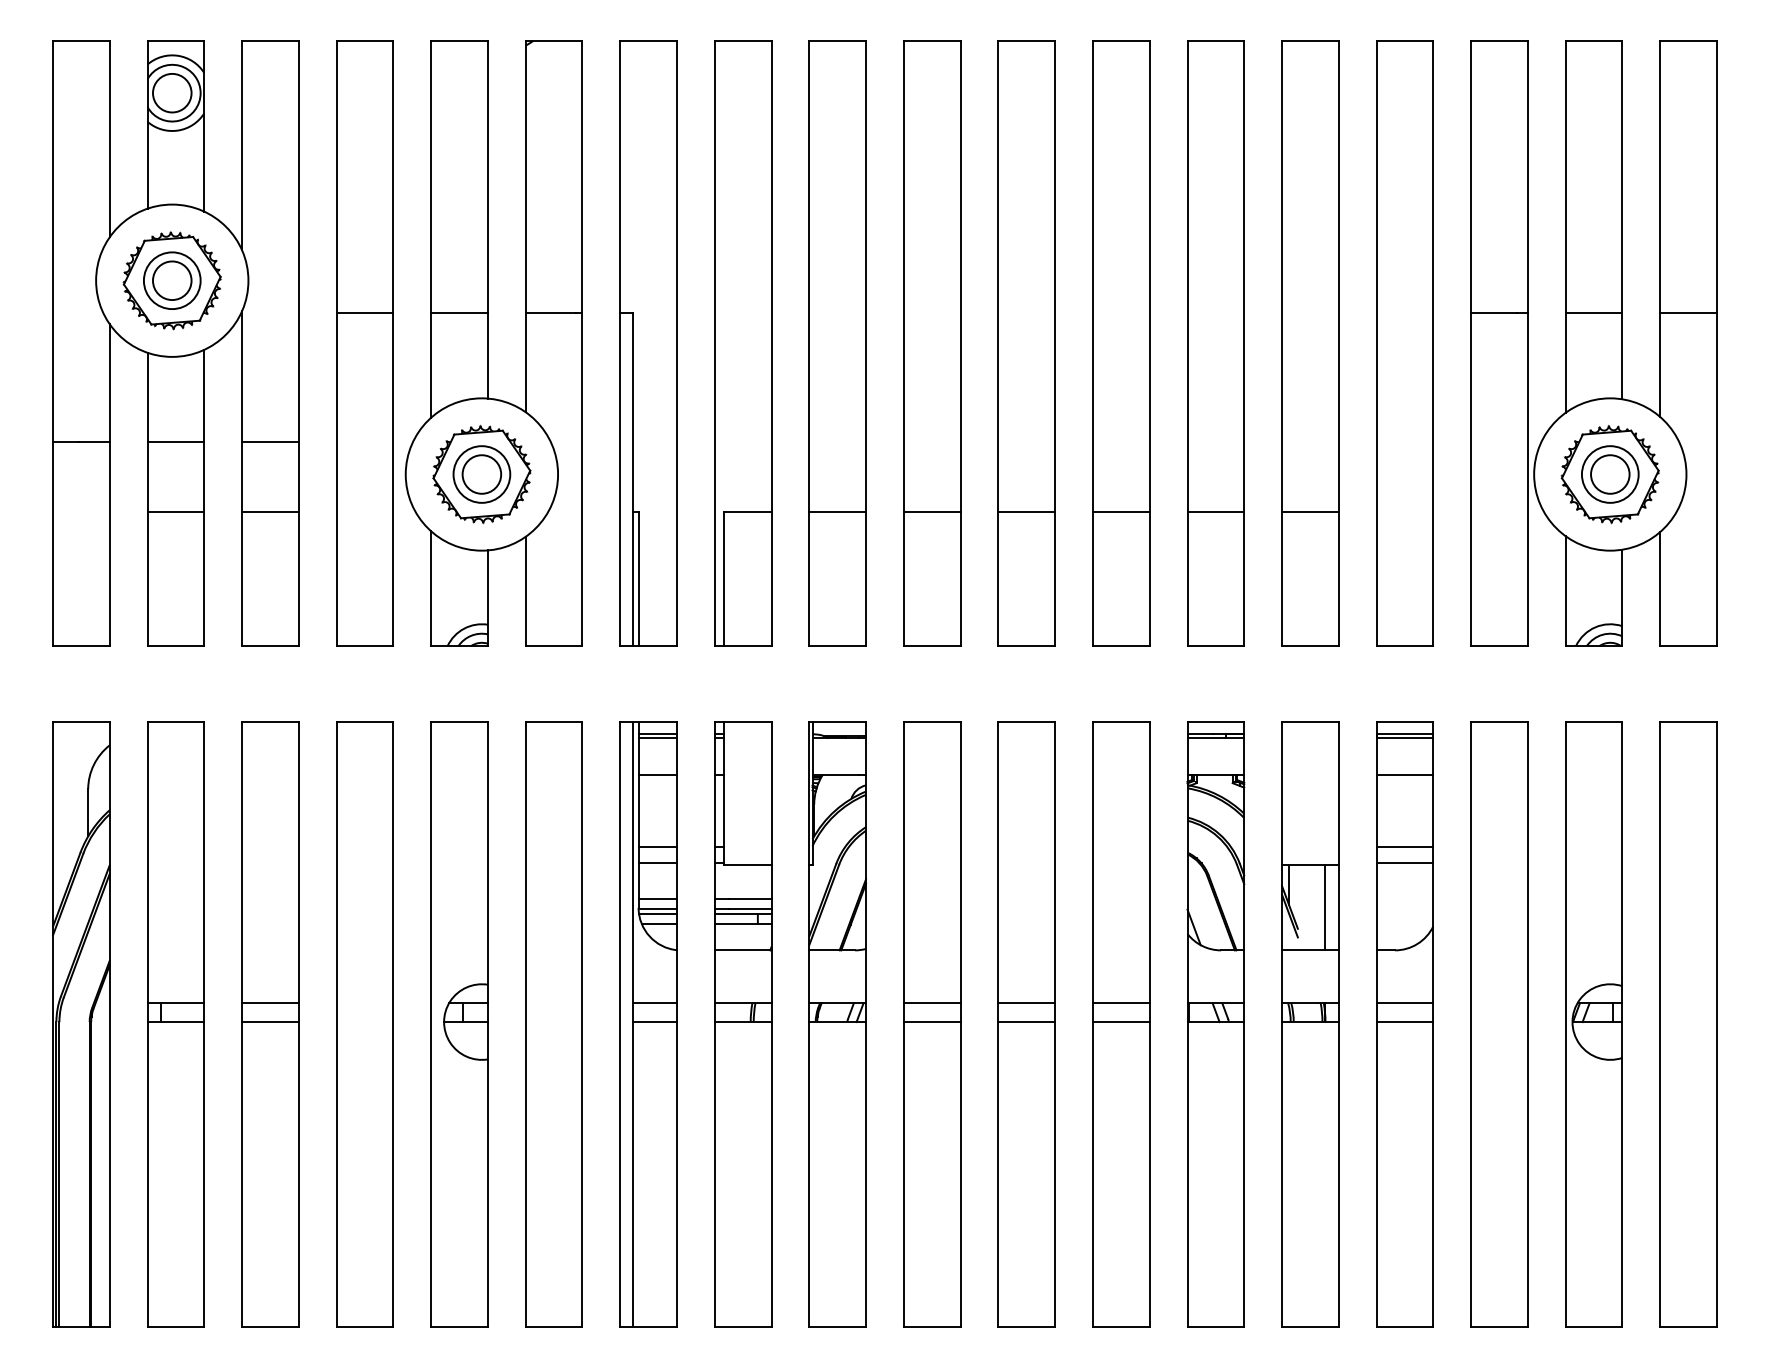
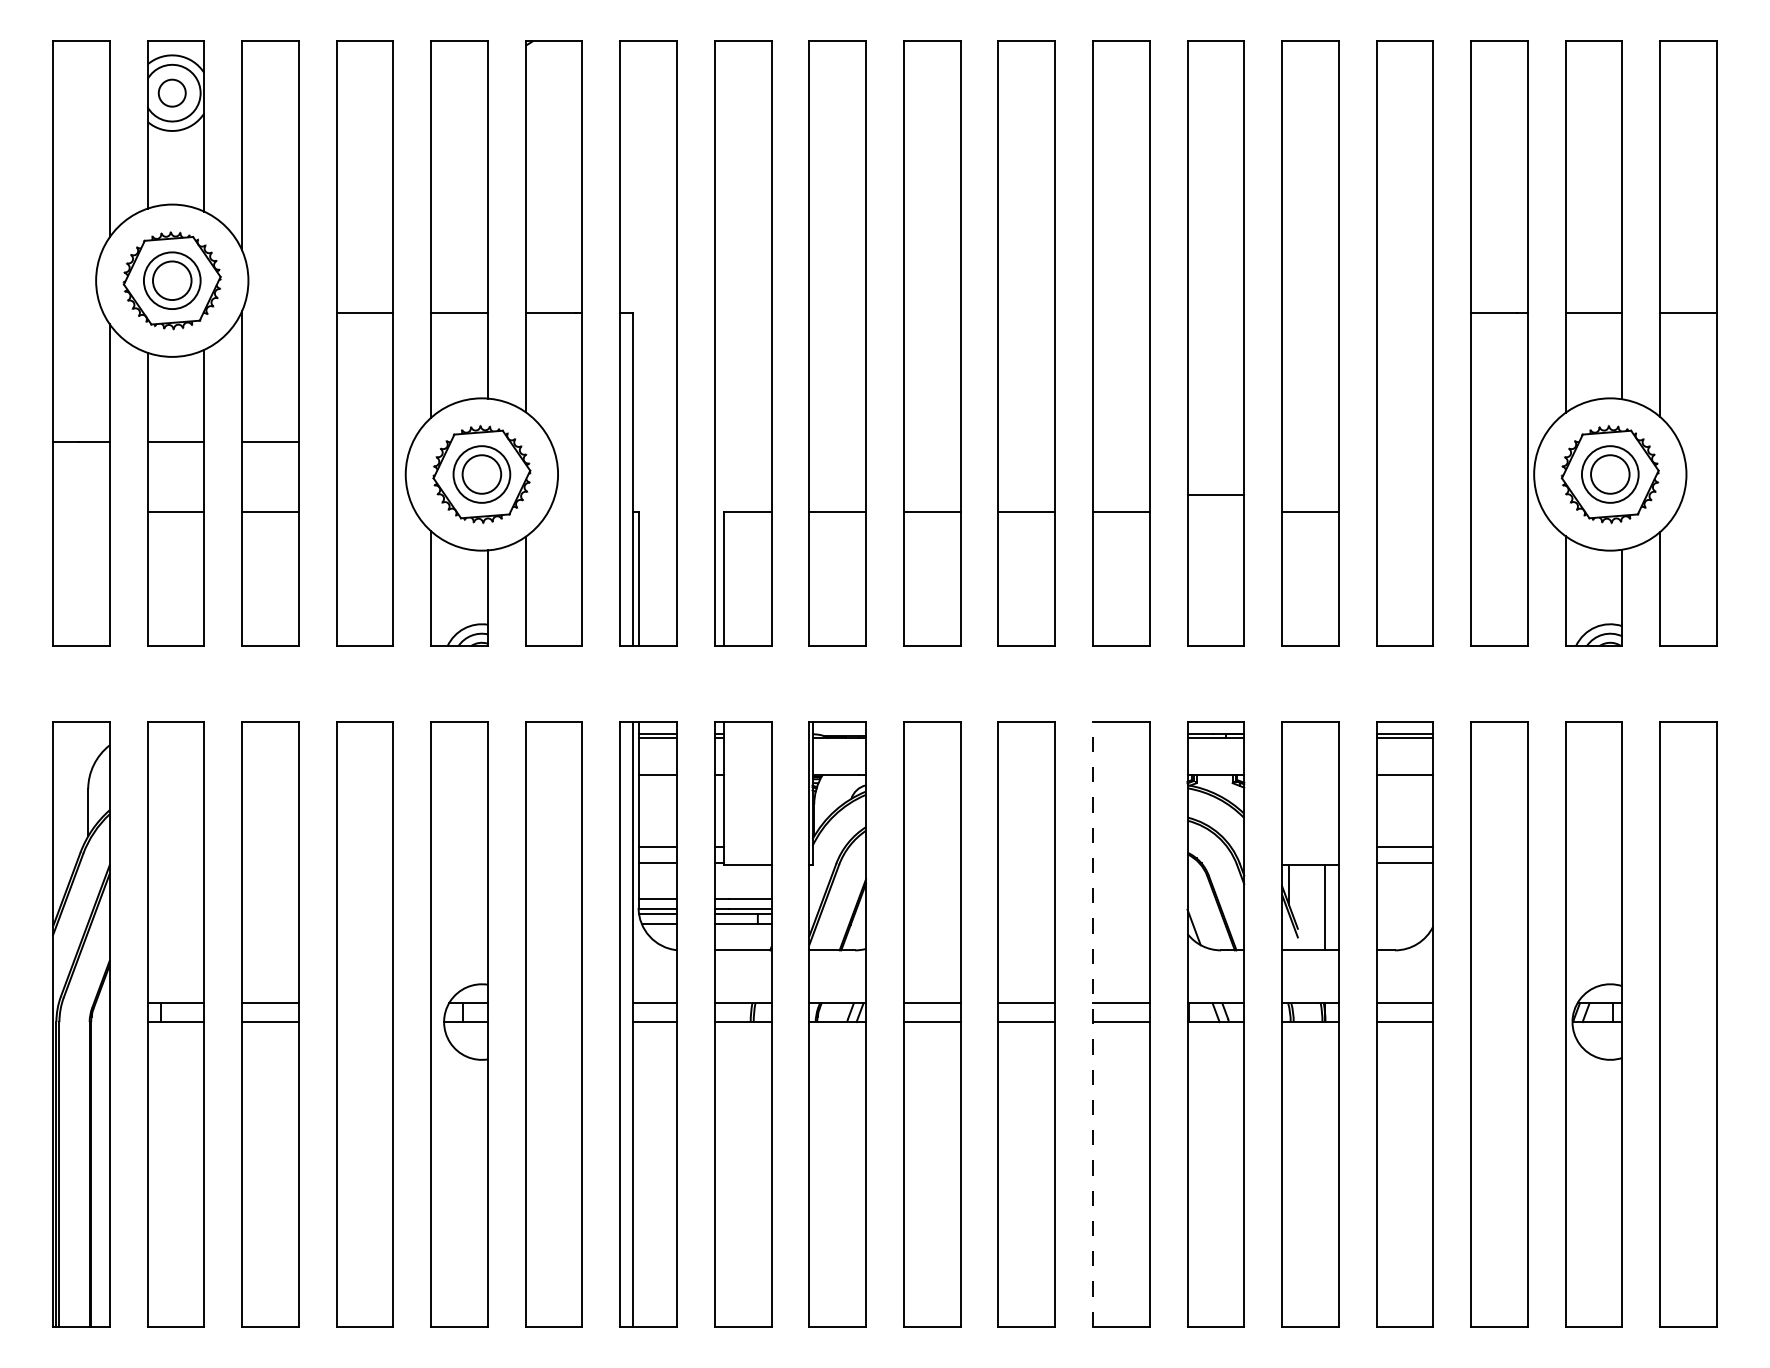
circle at (172, 92) diameter: 39 px -> 27 px
line at (1215, 511) position: (1215, 511) -> (1215, 494)
line at (1093, 1023): solid -> dashed
